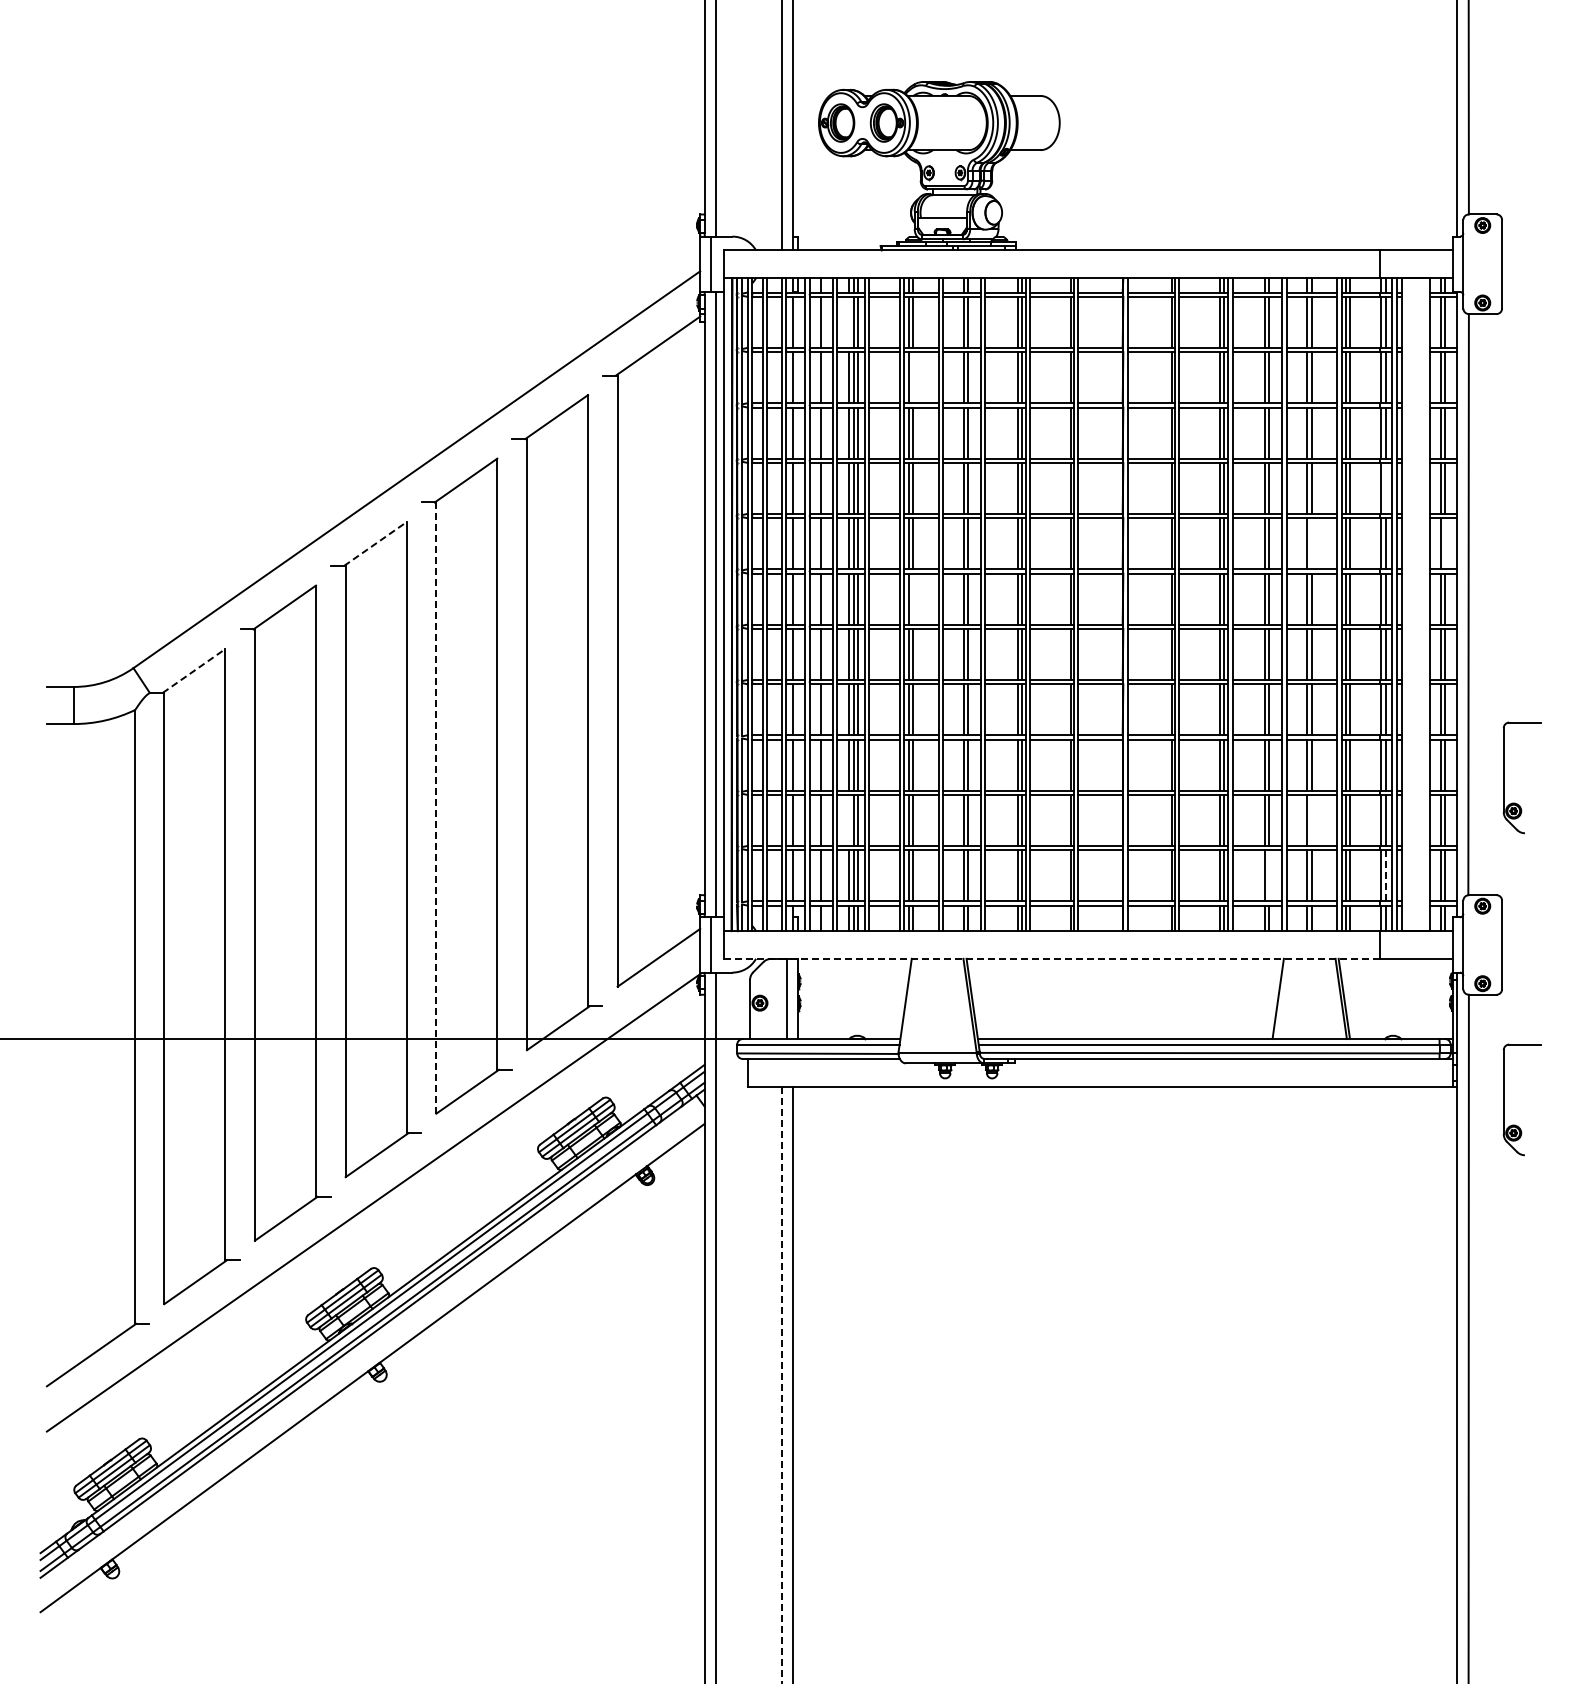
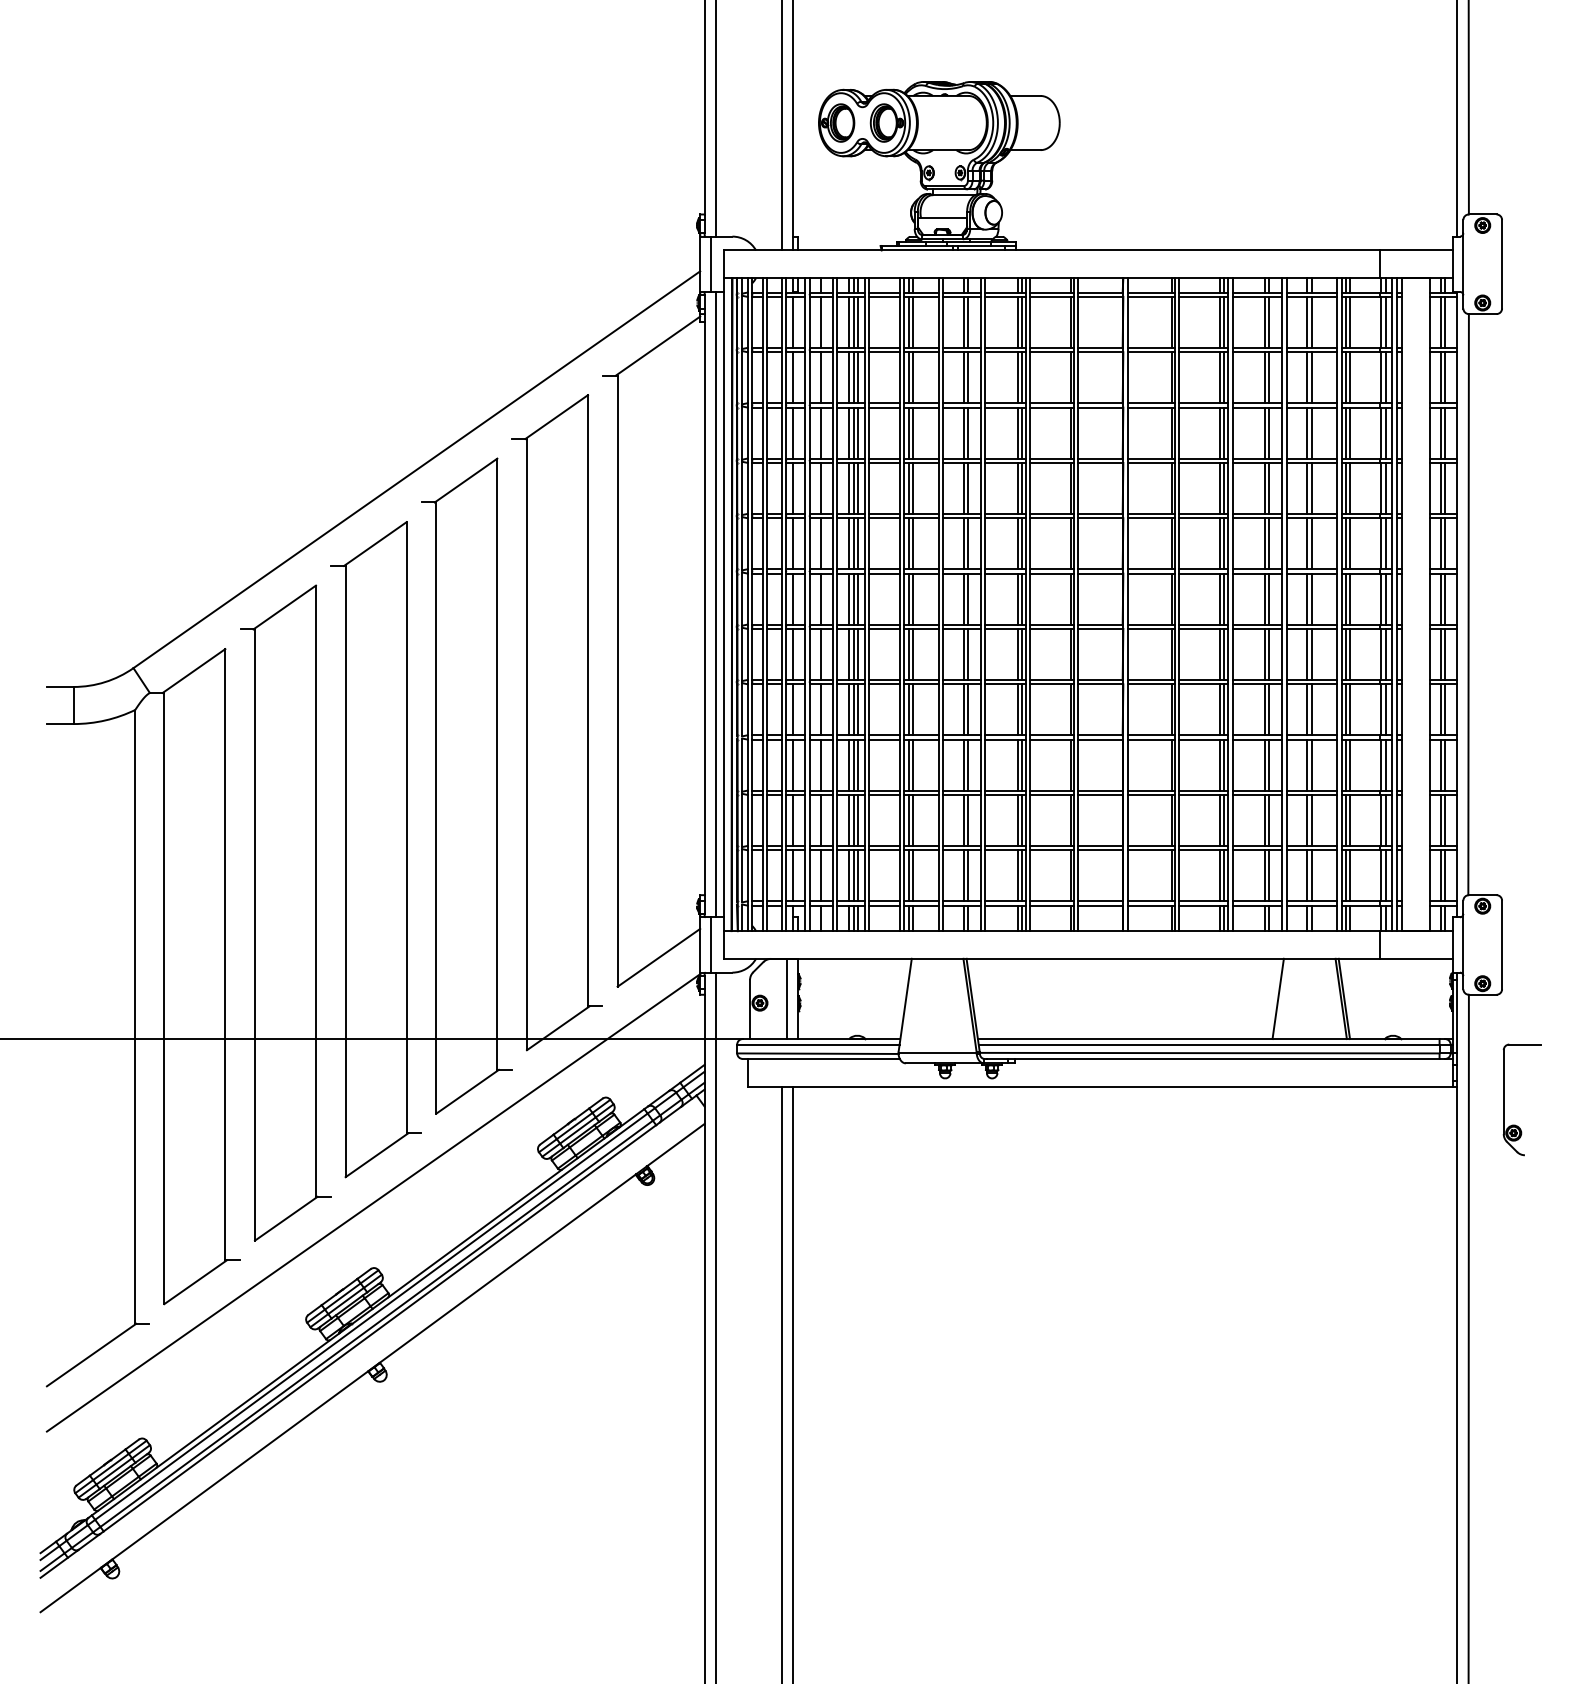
line at (848, 321): none -> present
line at (913, 377): none -> present
line at (1385, 487): none -> present
line at (375, 543): dashed -> solid
line at (1311, 543): none -> present
line at (1445, 543): none -> present
line at (913, 598): none -> present
line at (194, 670): dashed -> solid
part at (1504, 777): present -> none
line at (436, 808): dashed -> solid
line at (848, 819): none -> present
line at (1311, 819): none -> present
line at (1269, 875): none -> present
line at (1385, 875): dashed -> solid
line at (1051, 958): dashed -> solid
line at (782, 1385): dashed -> solid
